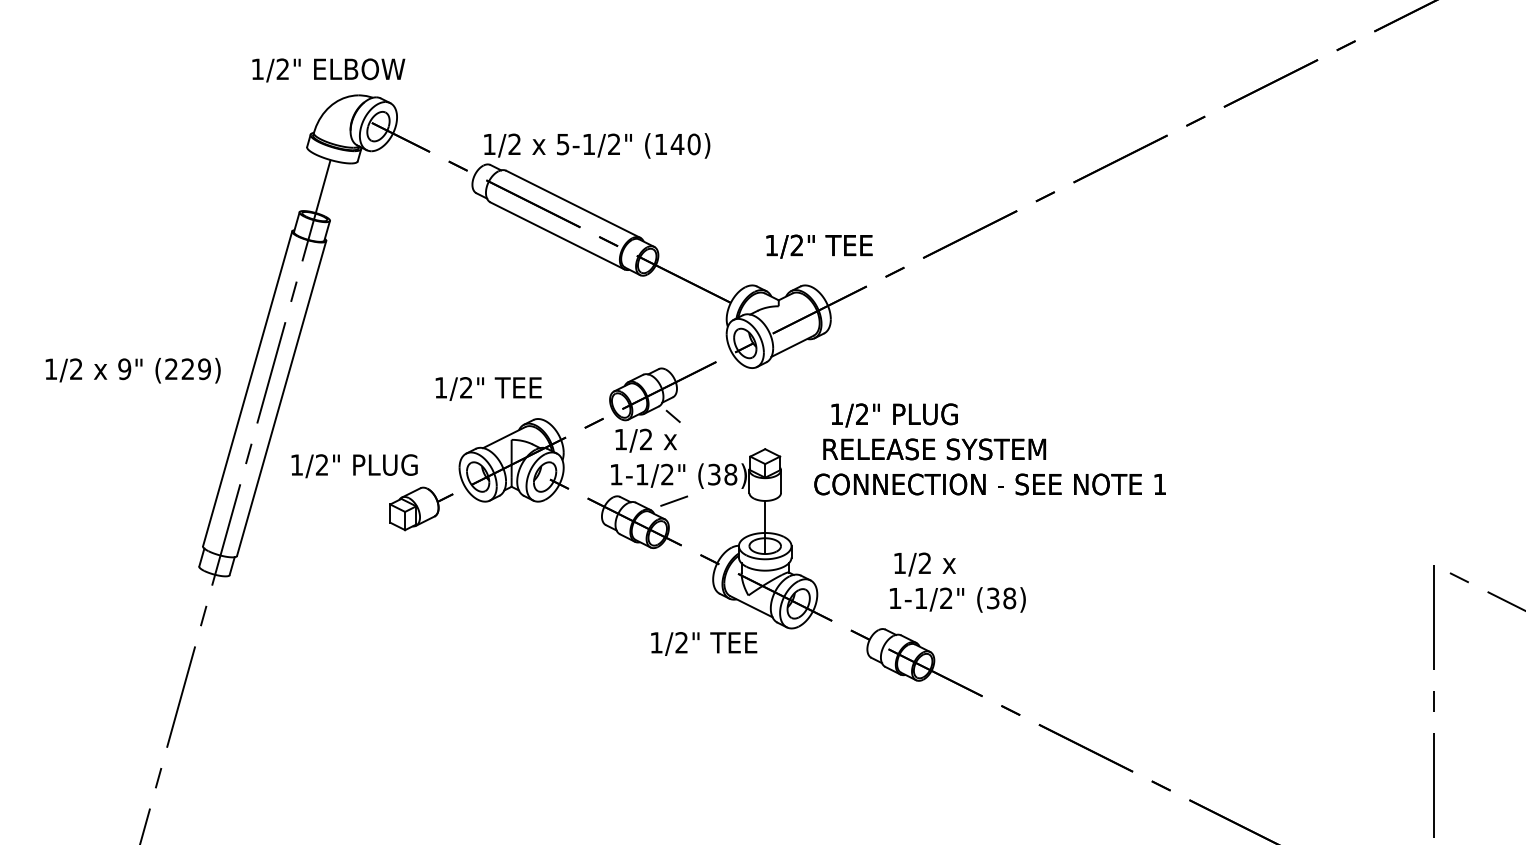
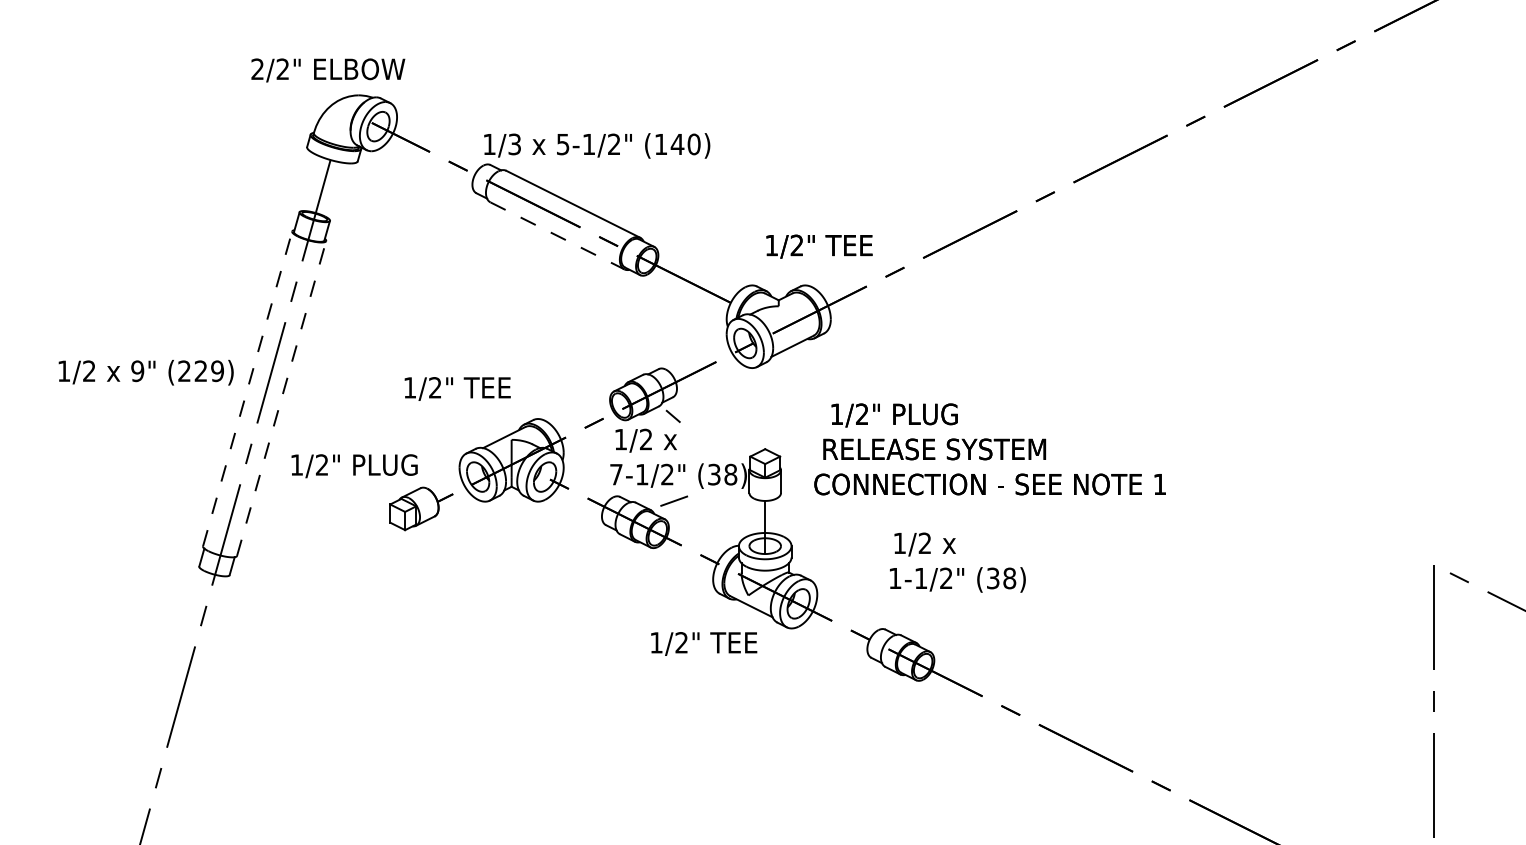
text at (257, 68): 1/2" -> 2/2"
text at (514, 144): 1/2 -> 1/3
line at (557, 235): solid -> dashed
text at (132, 370) position: (132, 370) -> (145, 372)
line at (247, 388): solid -> dashed
text at (488, 388) position: (488, 388) -> (457, 388)
line at (281, 398): solid -> dashed
text at (616, 474): 1-1/2" -> 7-1/2"
text at (957, 582) position: (957, 582) -> (957, 562)
